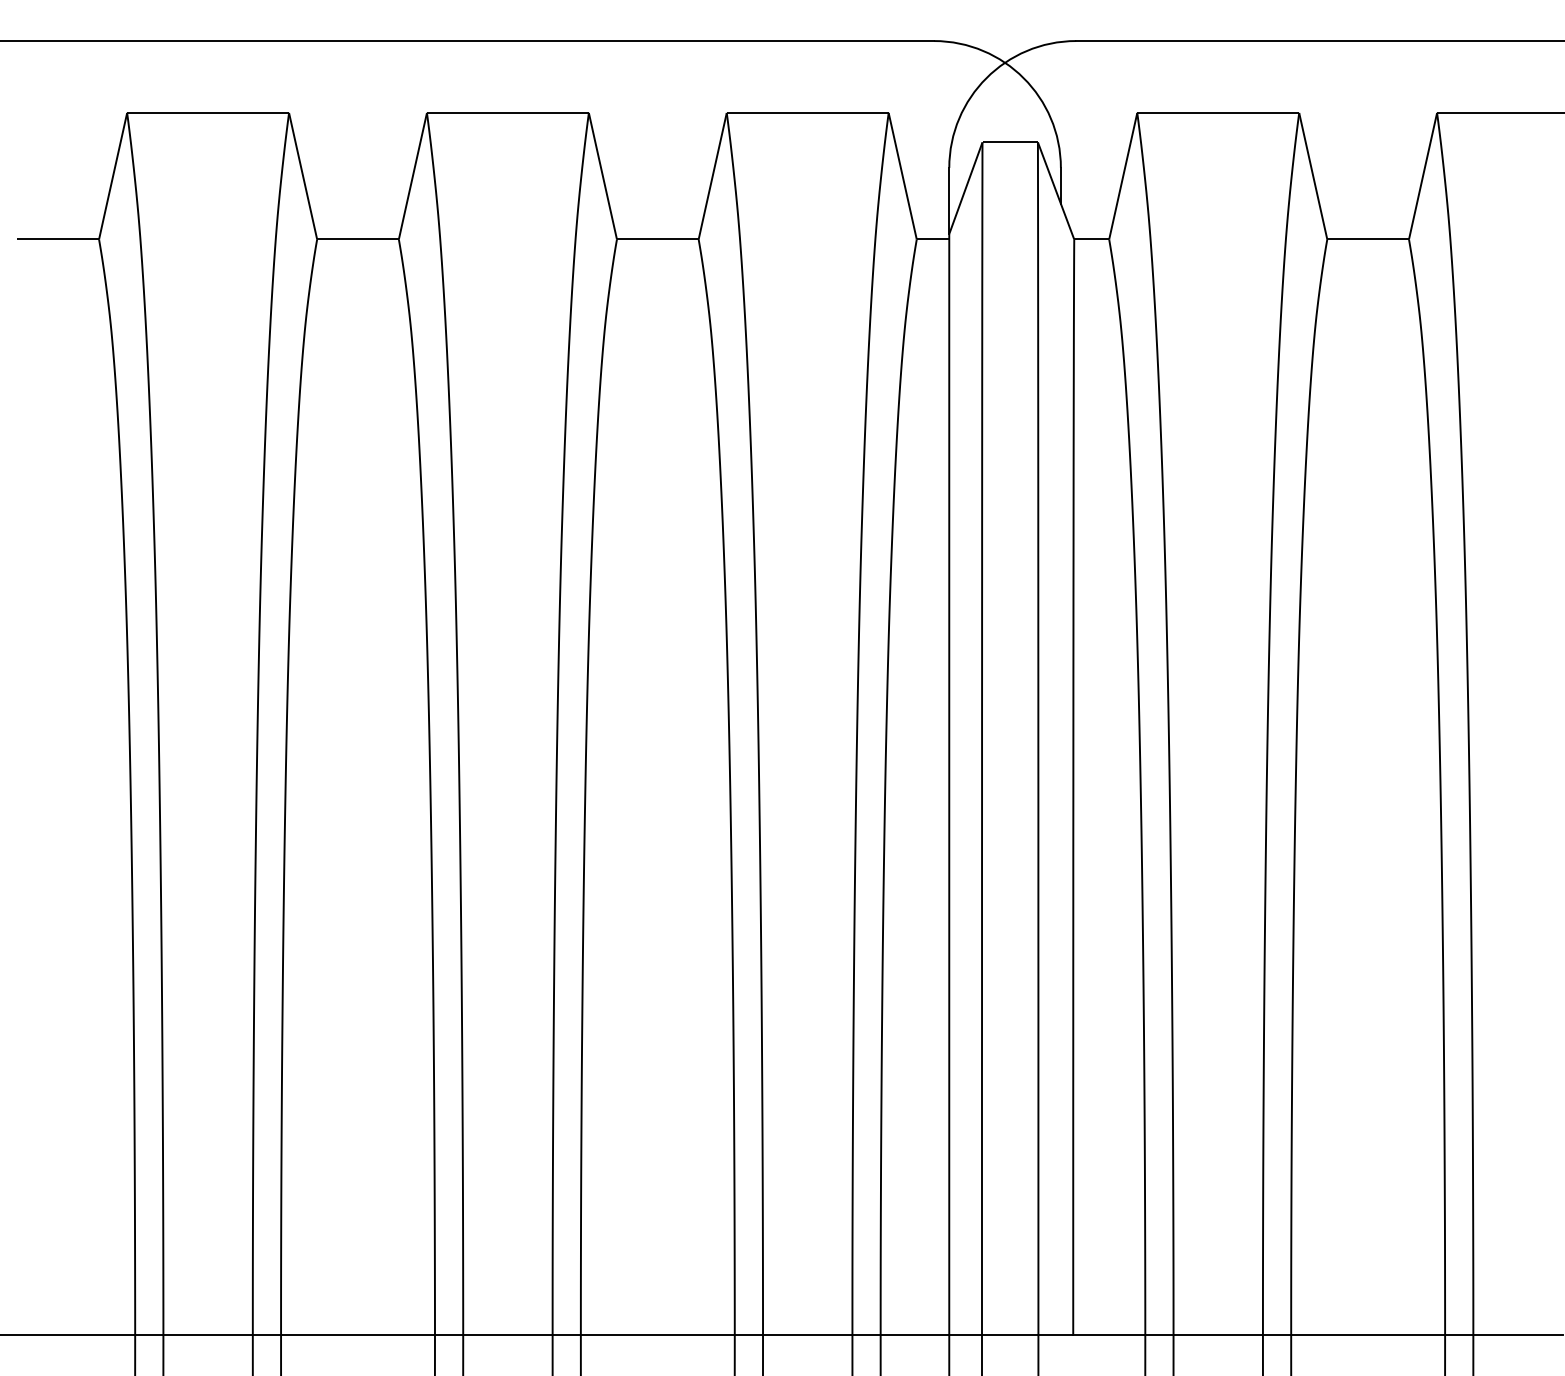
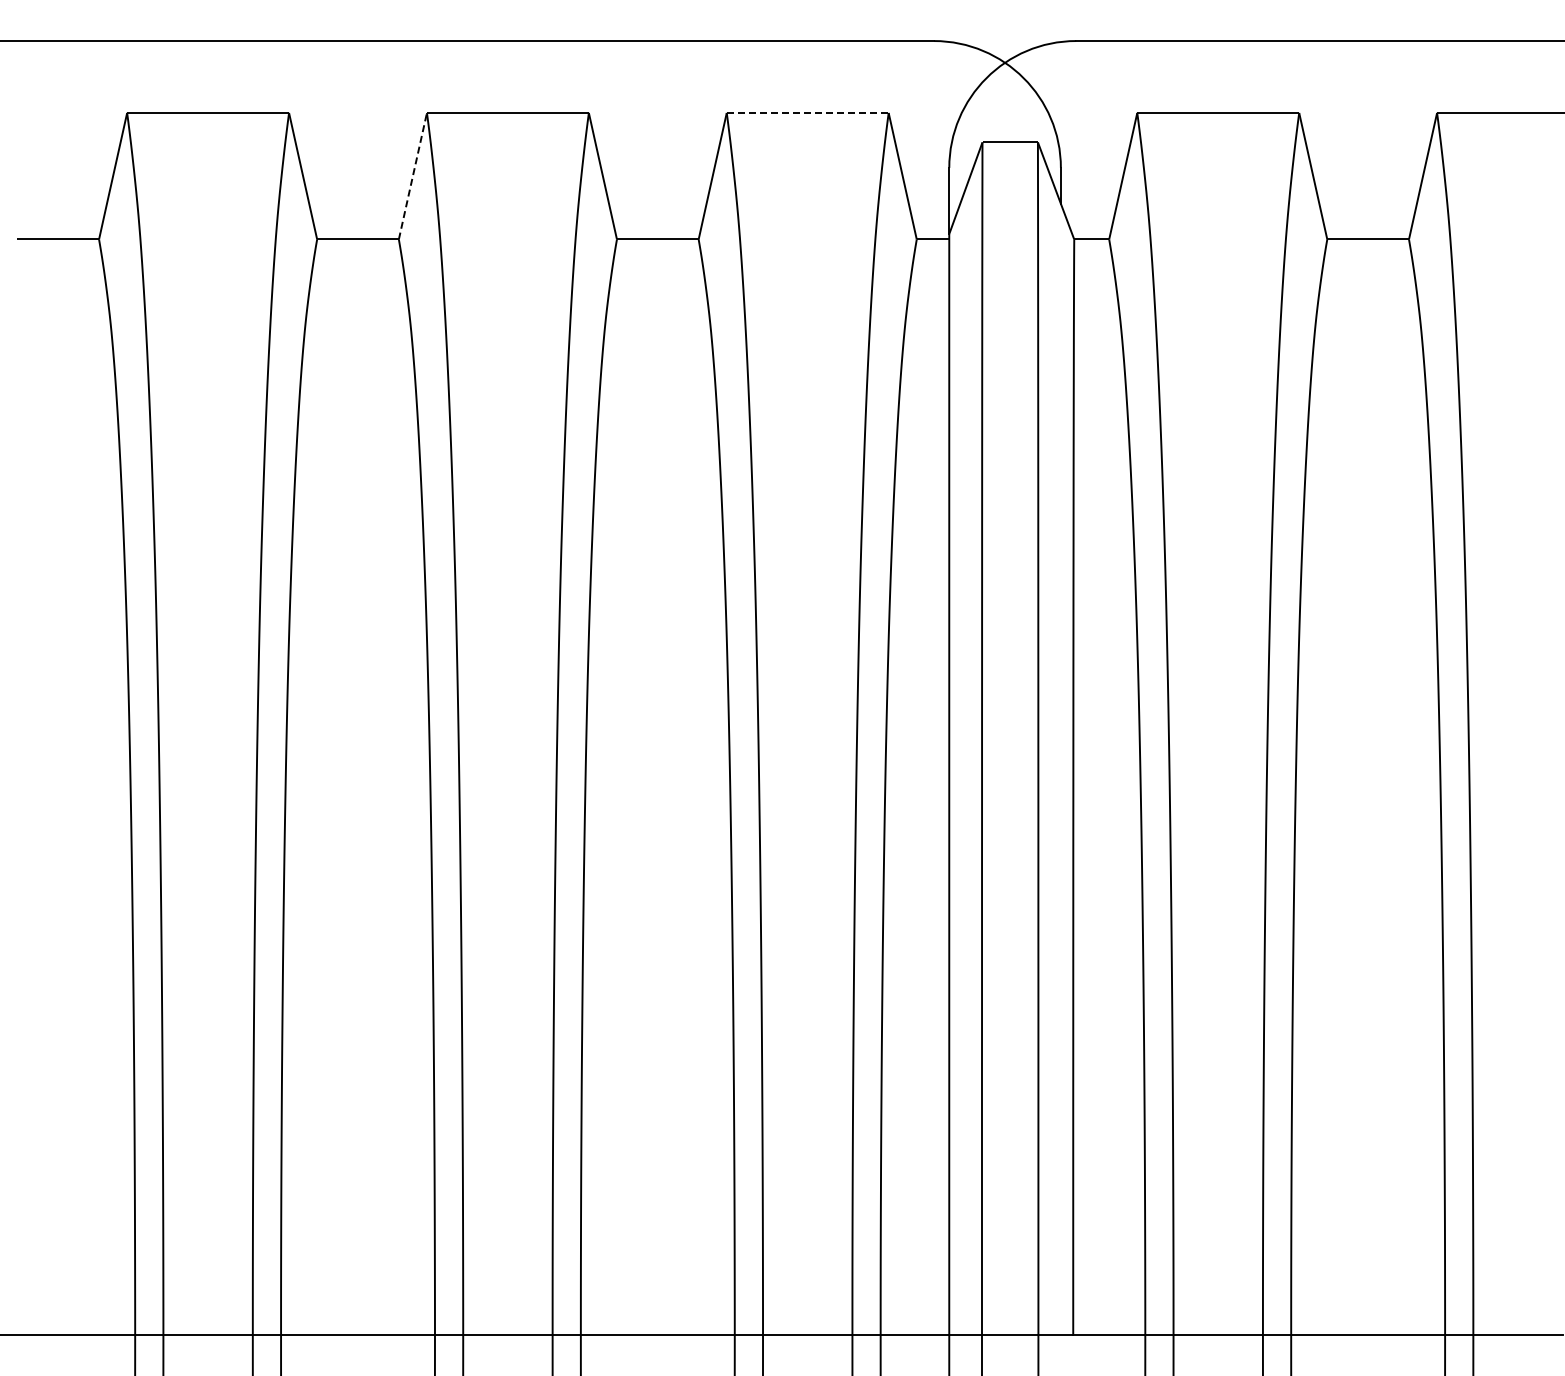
line at (807, 112): solid -> dashed
line at (413, 175): solid -> dashed
